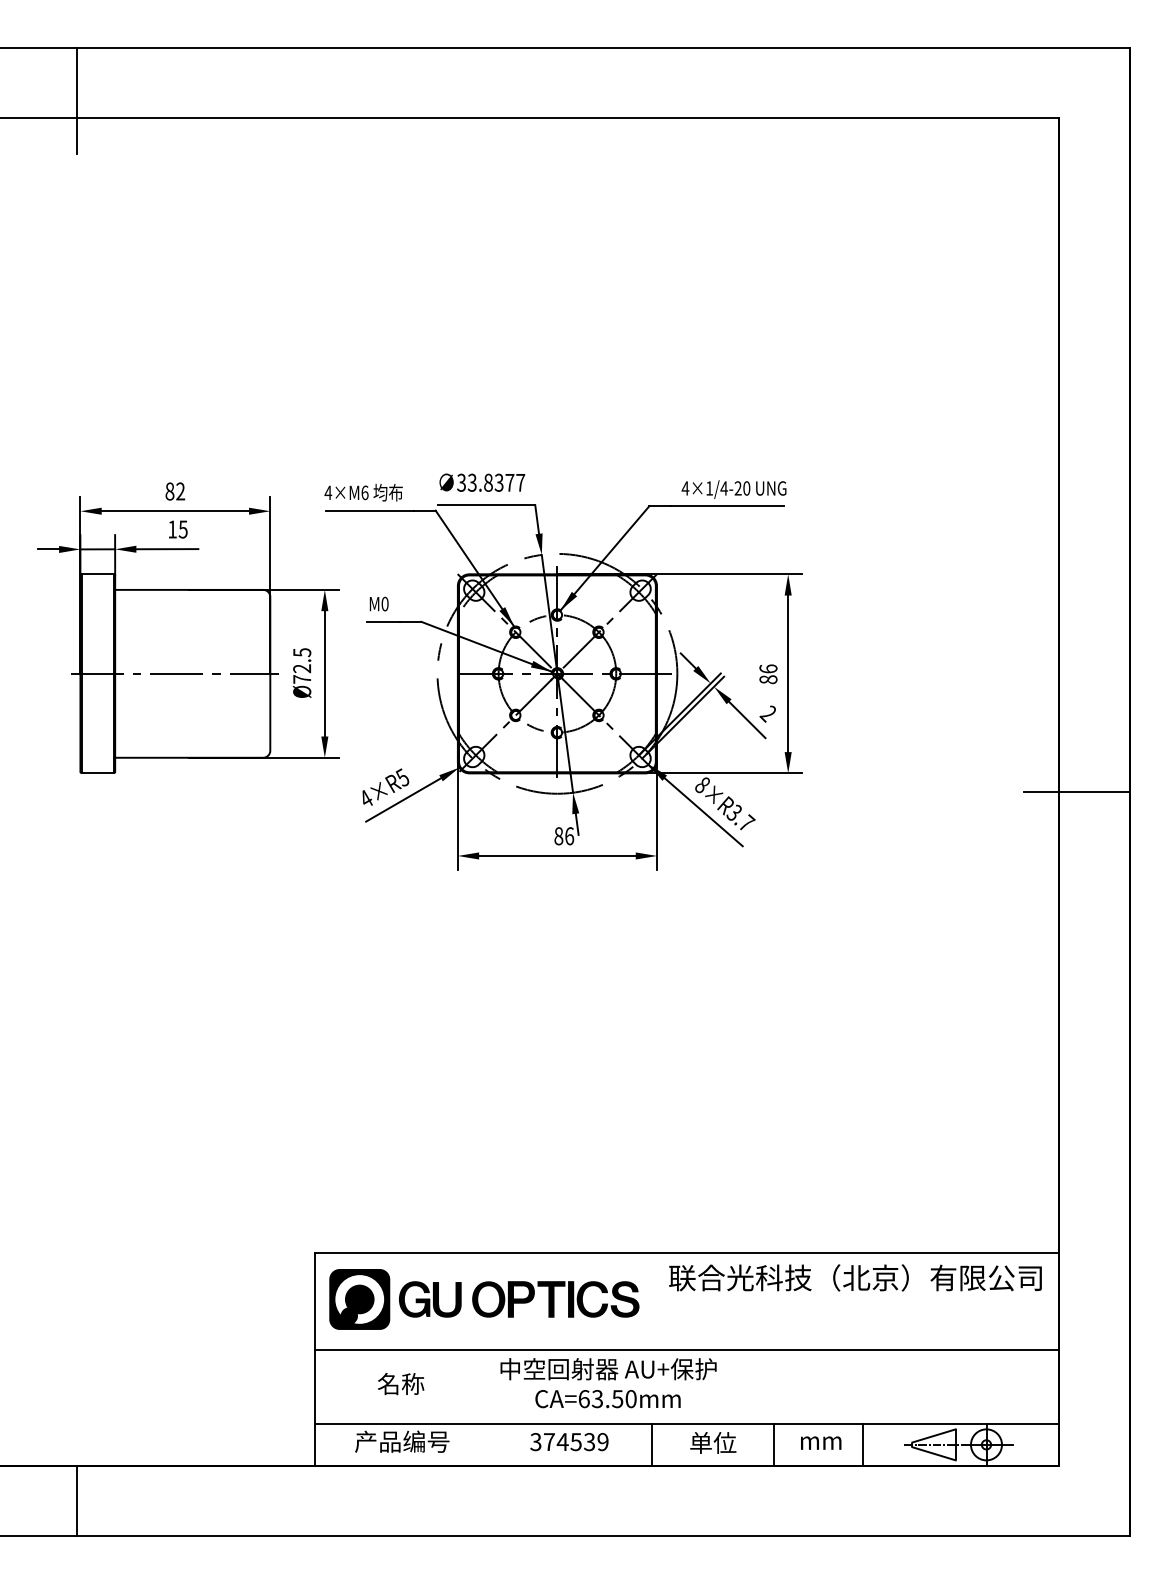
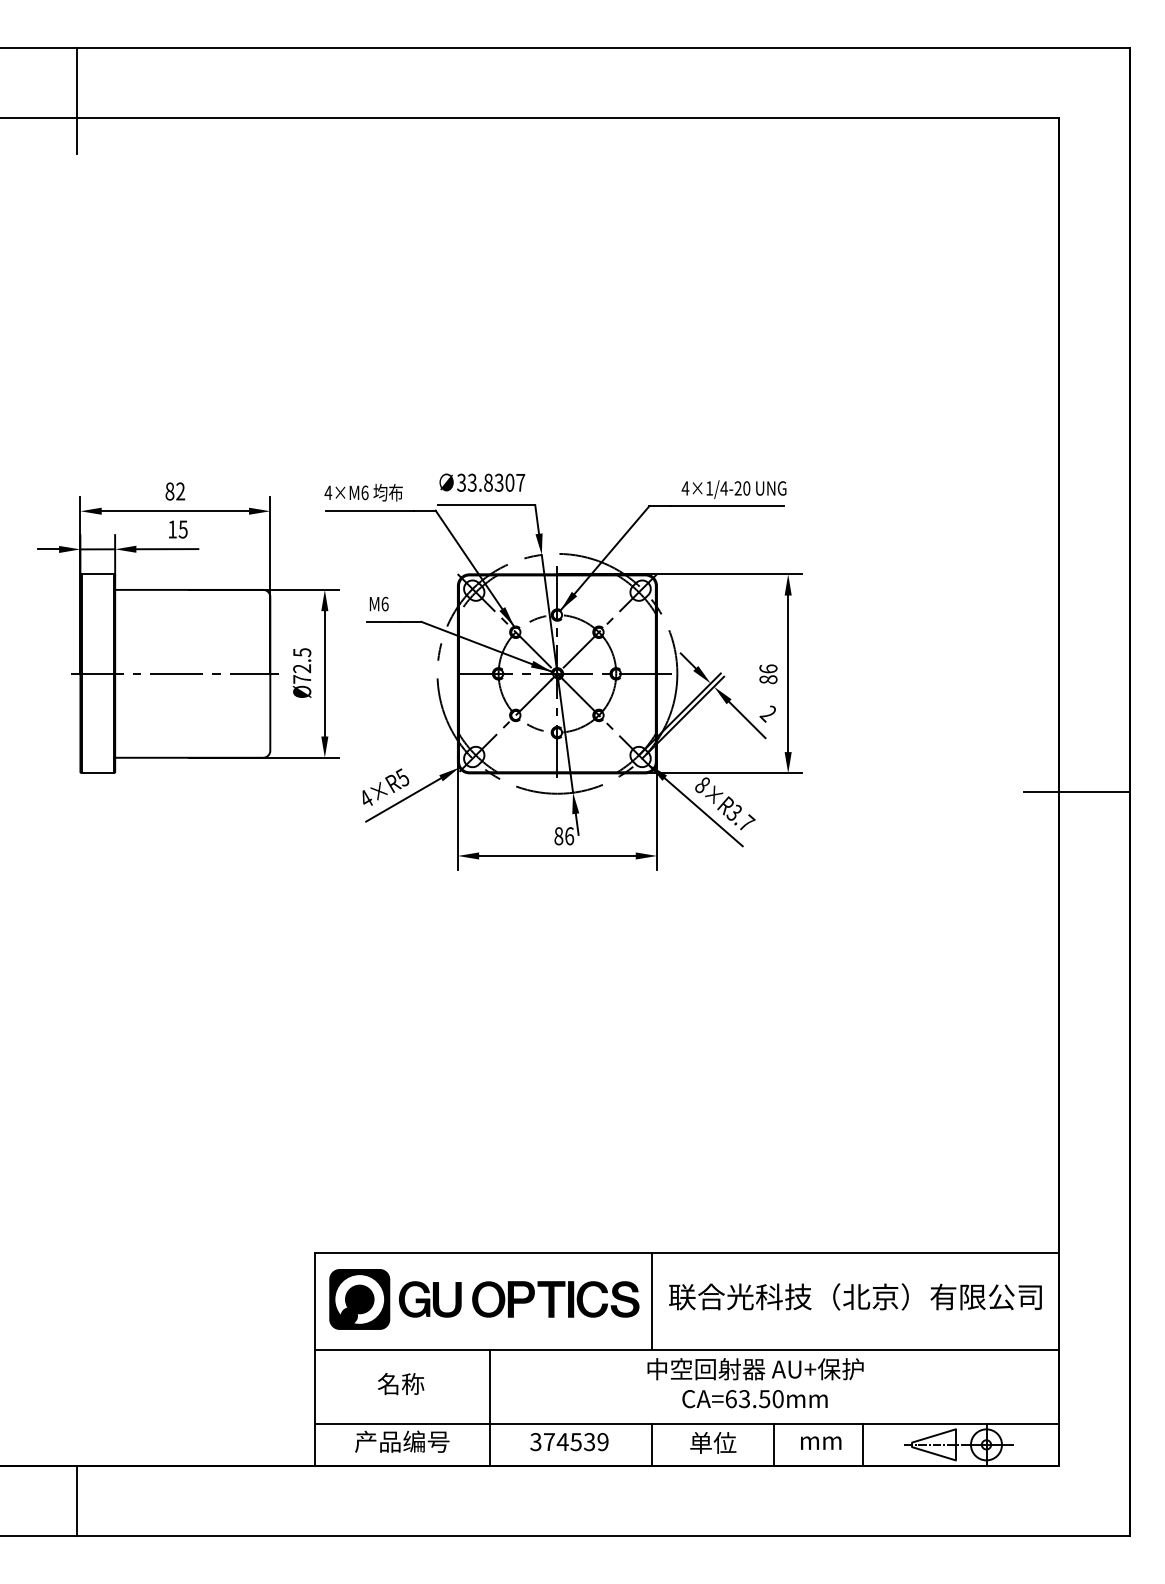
text at (509, 482): 33.8377 -> 33.8307
text at (384, 603): M0 -> M6
text at (855, 1277) position: (855, 1277) -> (855, 1296)
line at (652, 1300): none -> present
text at (608, 1383) position: (608, 1383) -> (755, 1383)
line at (490, 1407): none -> present
